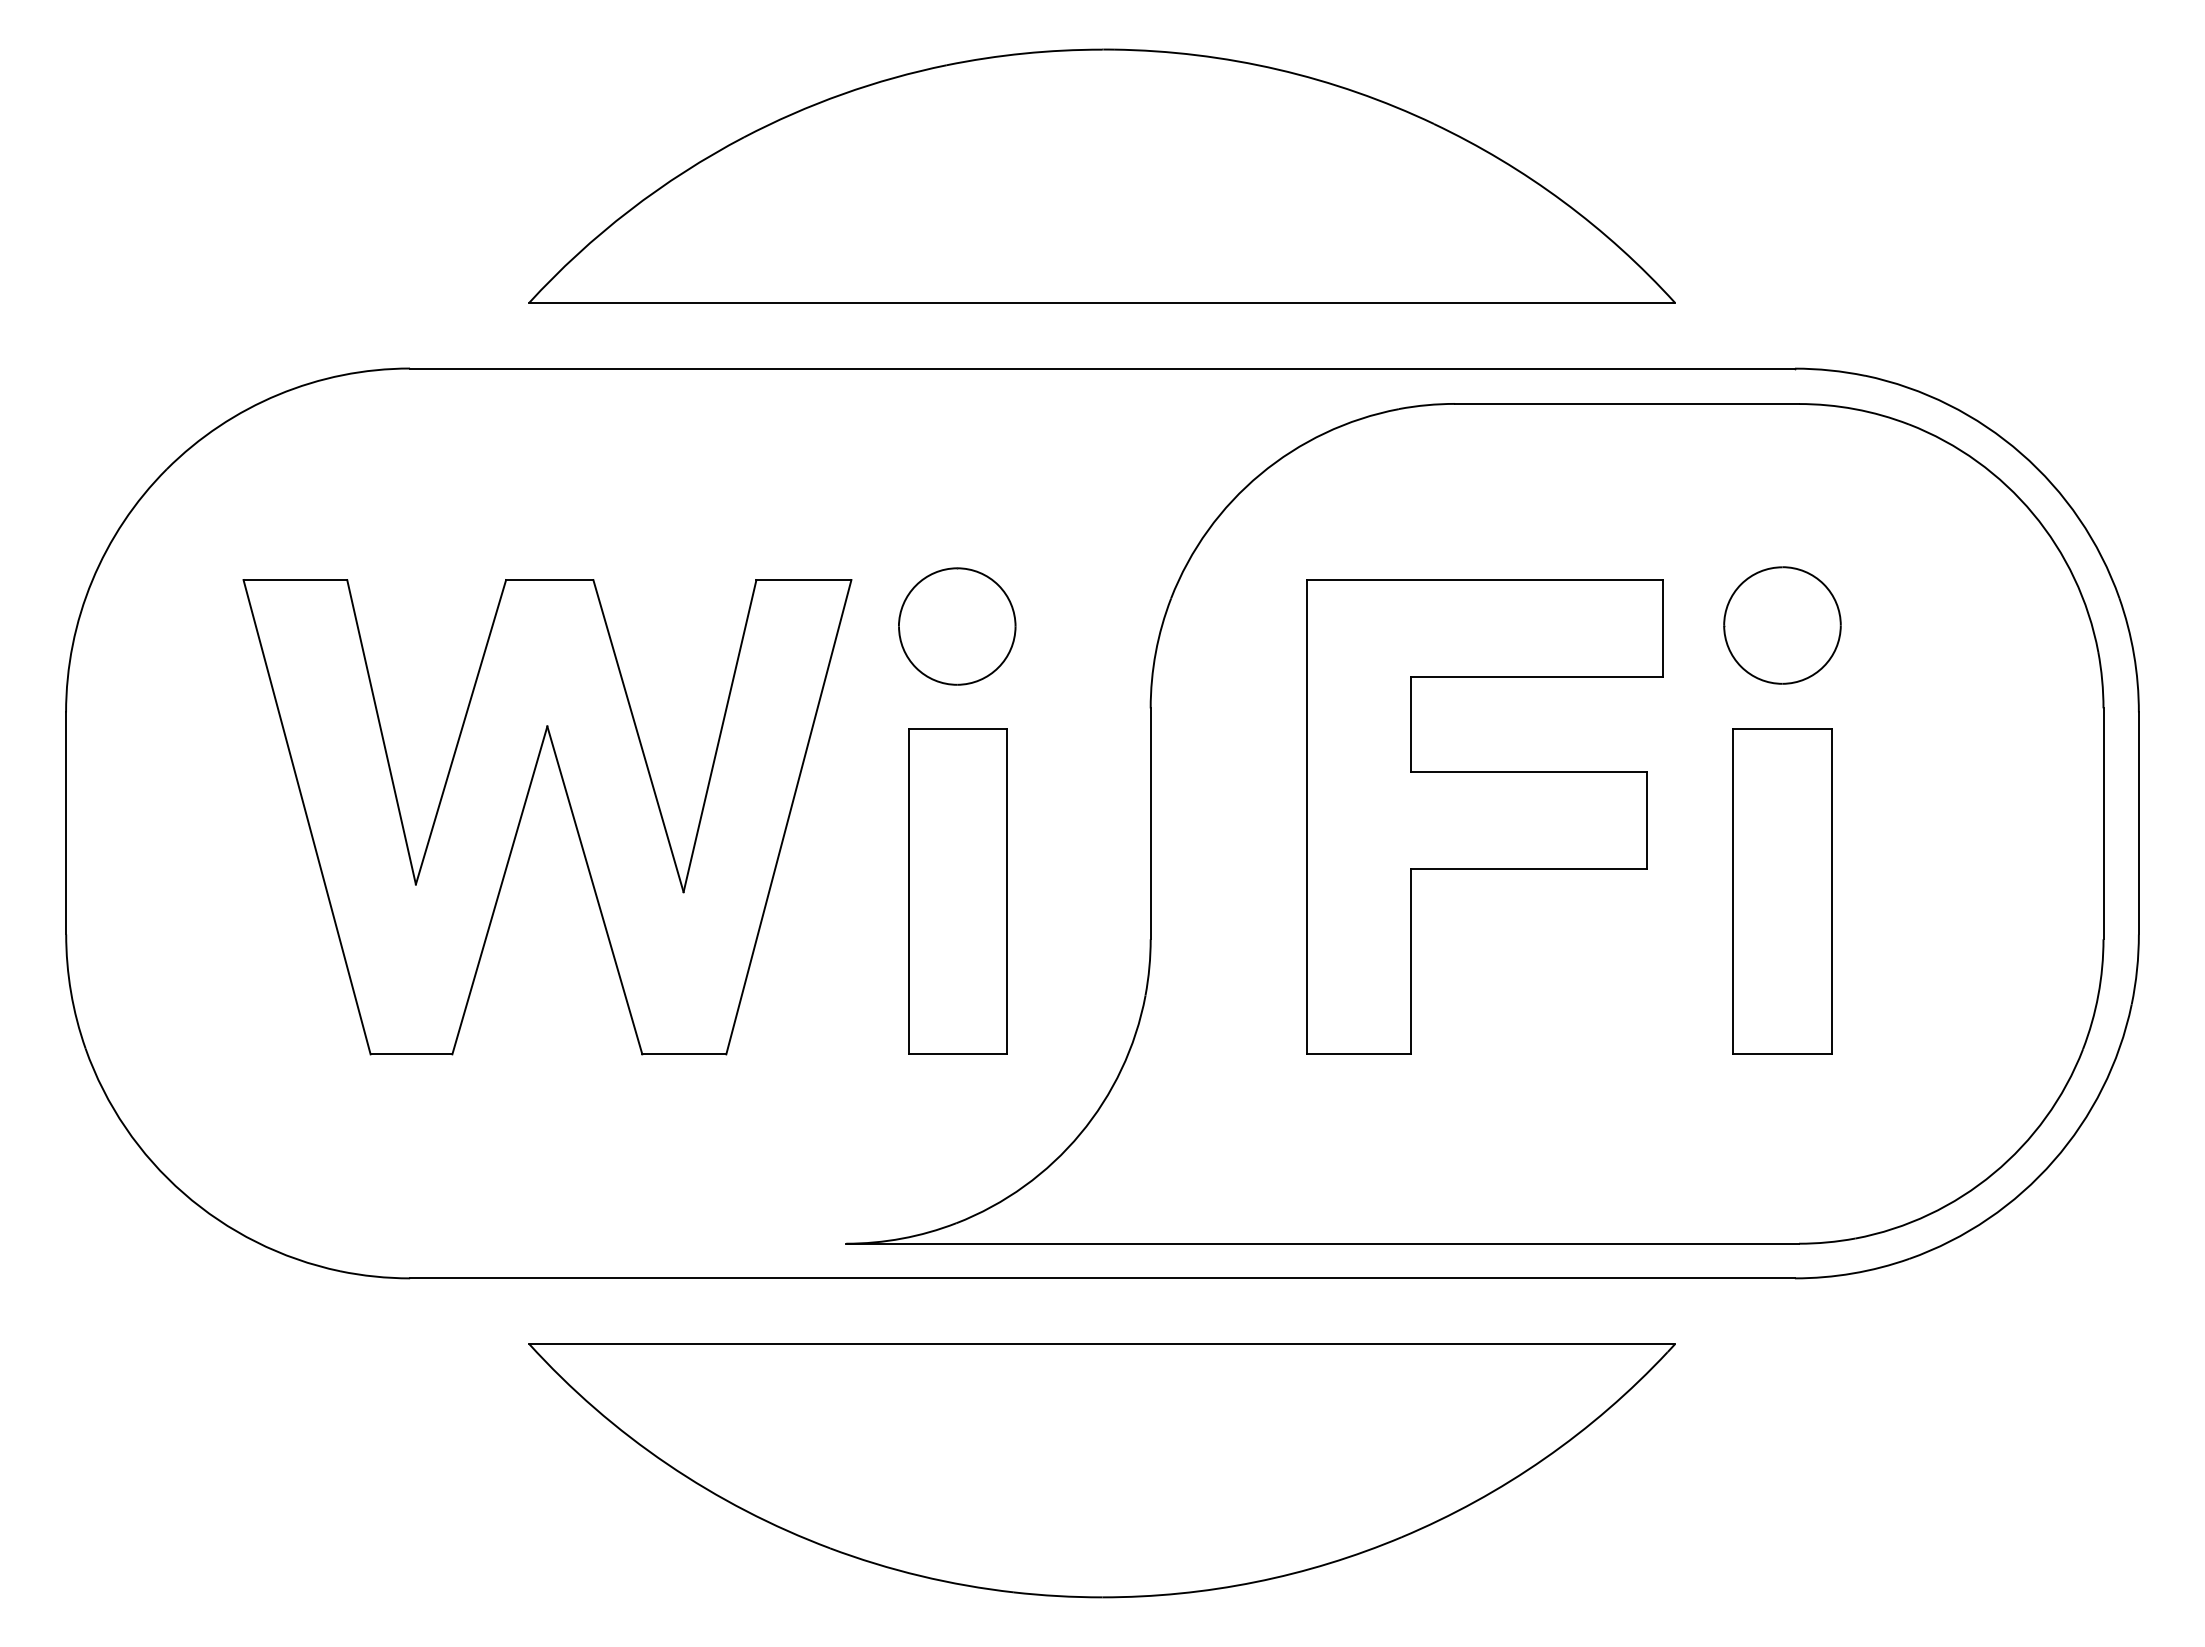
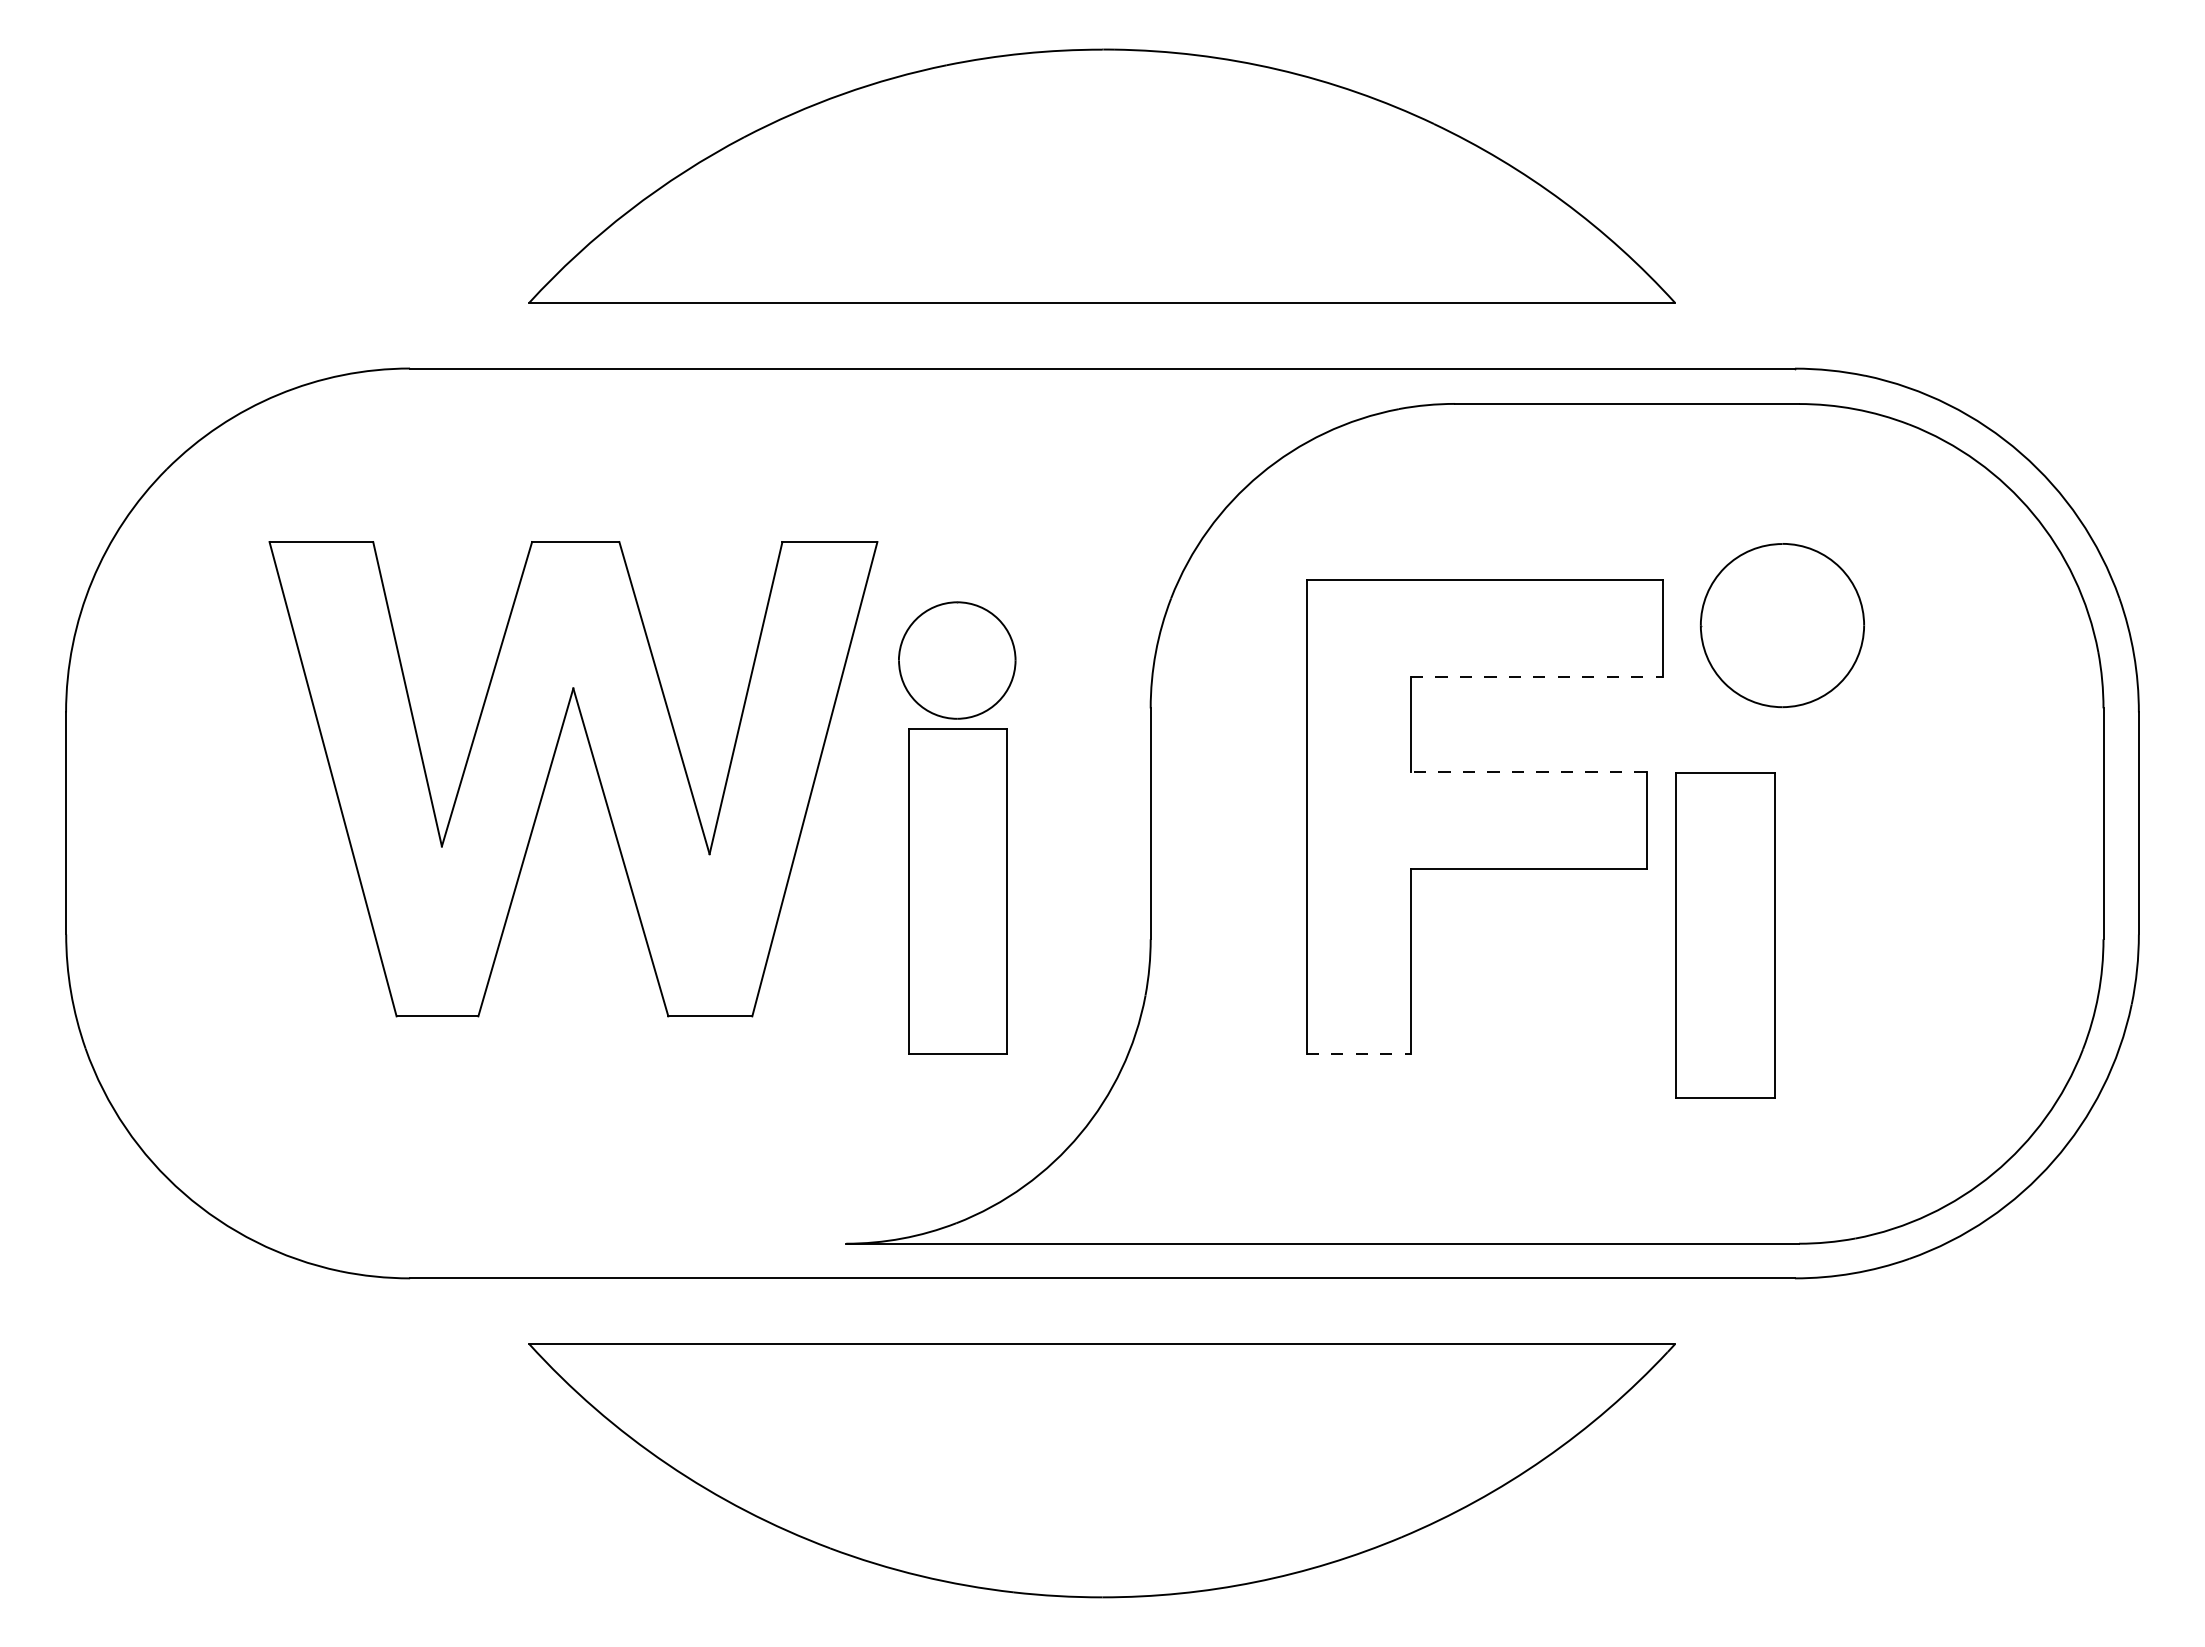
part at (1782, 625) size: 119x119 px -> 166x166 px
part at (957, 626) position: (957, 626) -> (957, 660)
line at (1537, 676): solid -> dashed
line at (1528, 772): solid -> dashed
part at (570, 810) position: (570, 810) -> (596, 772)
part at (1782, 891) position: (1782, 891) -> (1725, 935)
line at (1359, 1054): solid -> dashed
